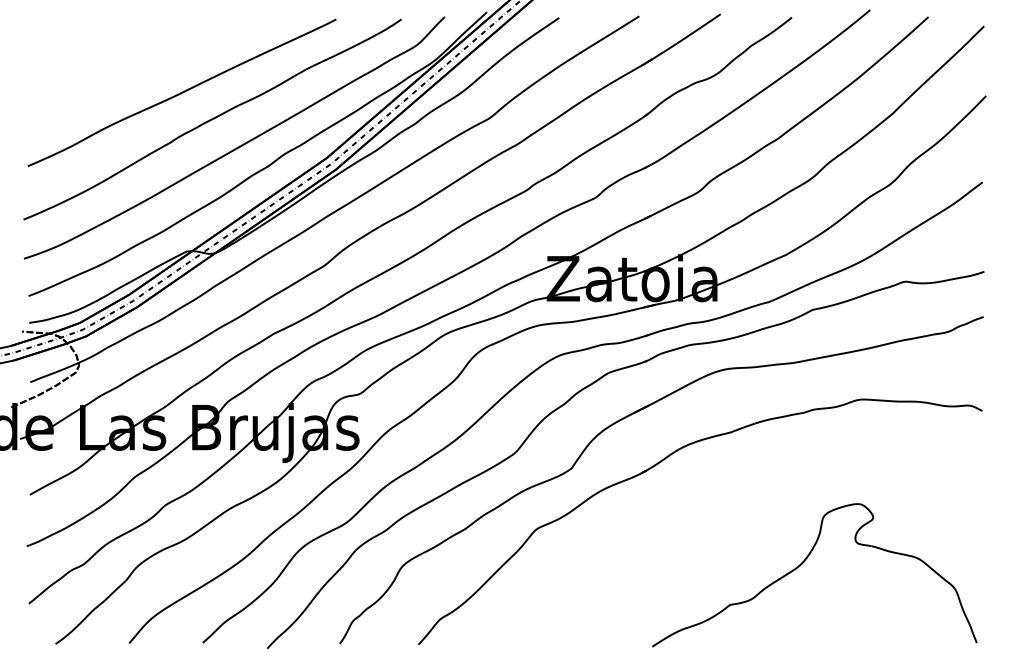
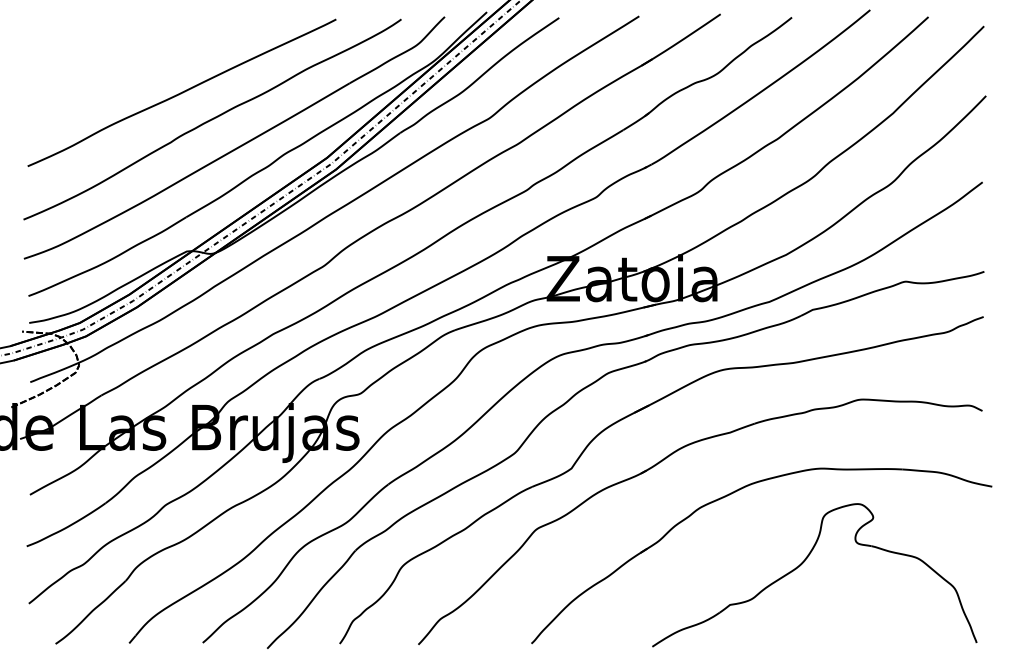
part at (731, 494): none -> present
